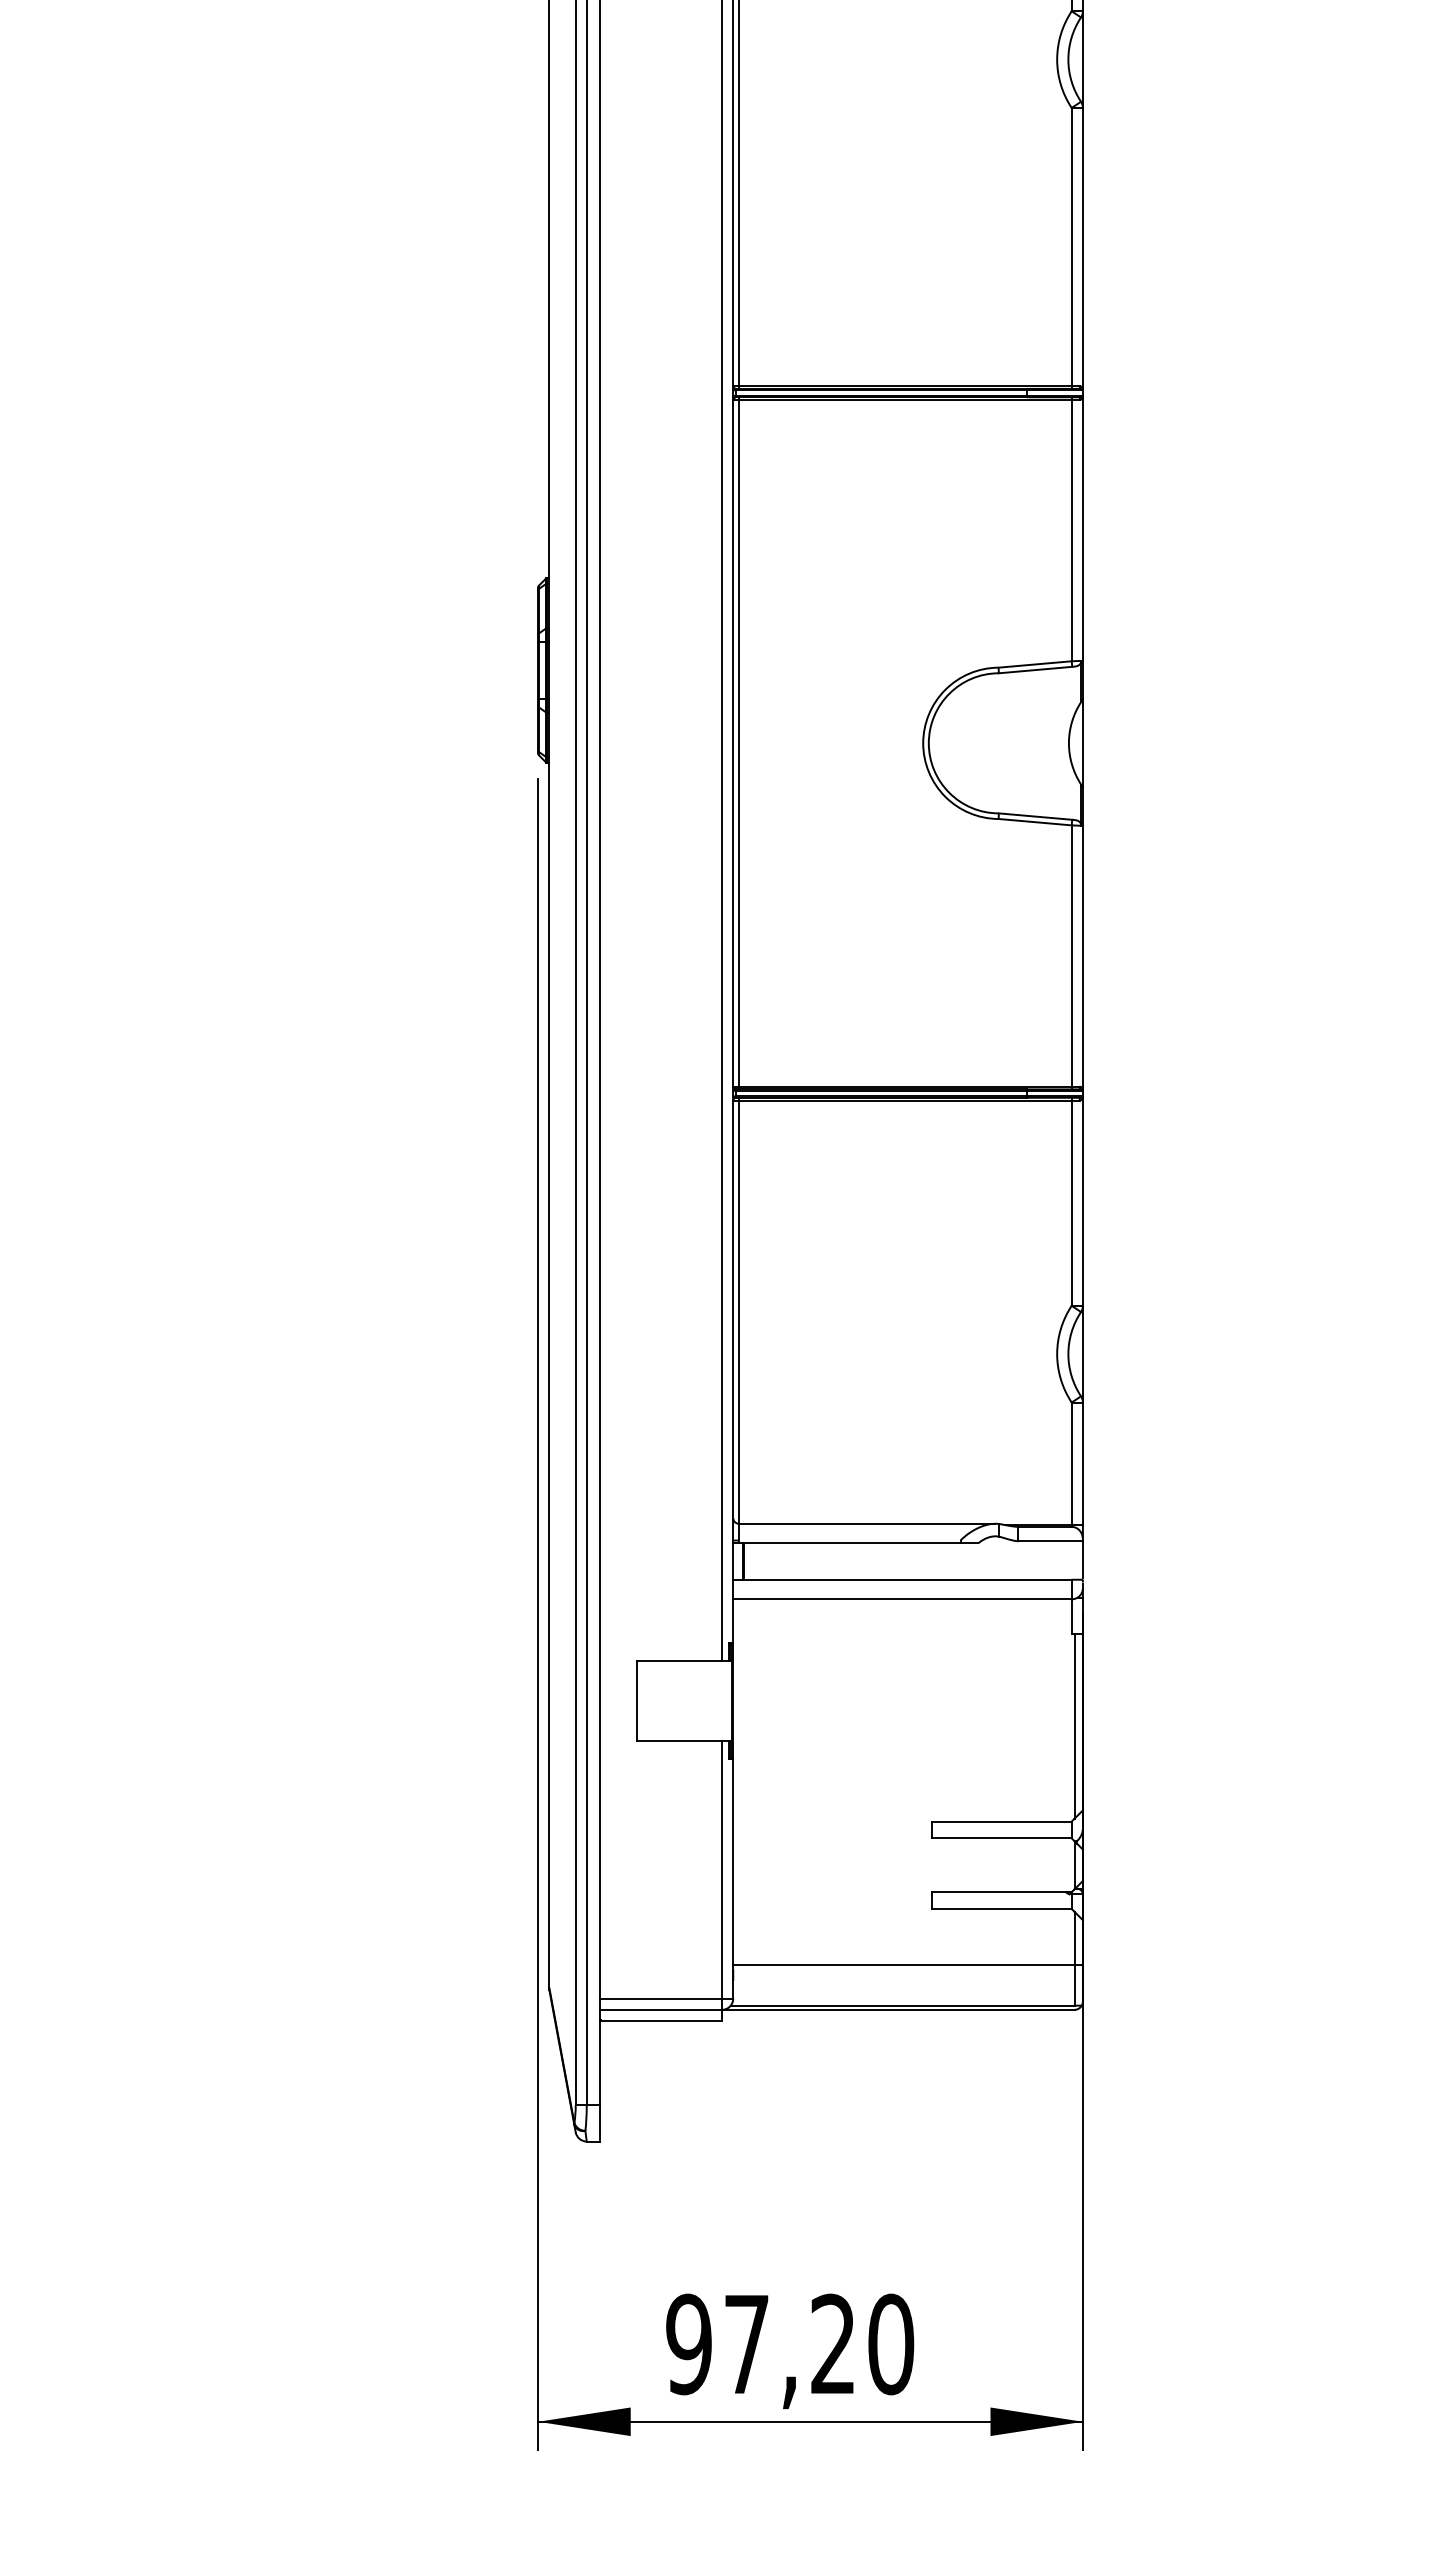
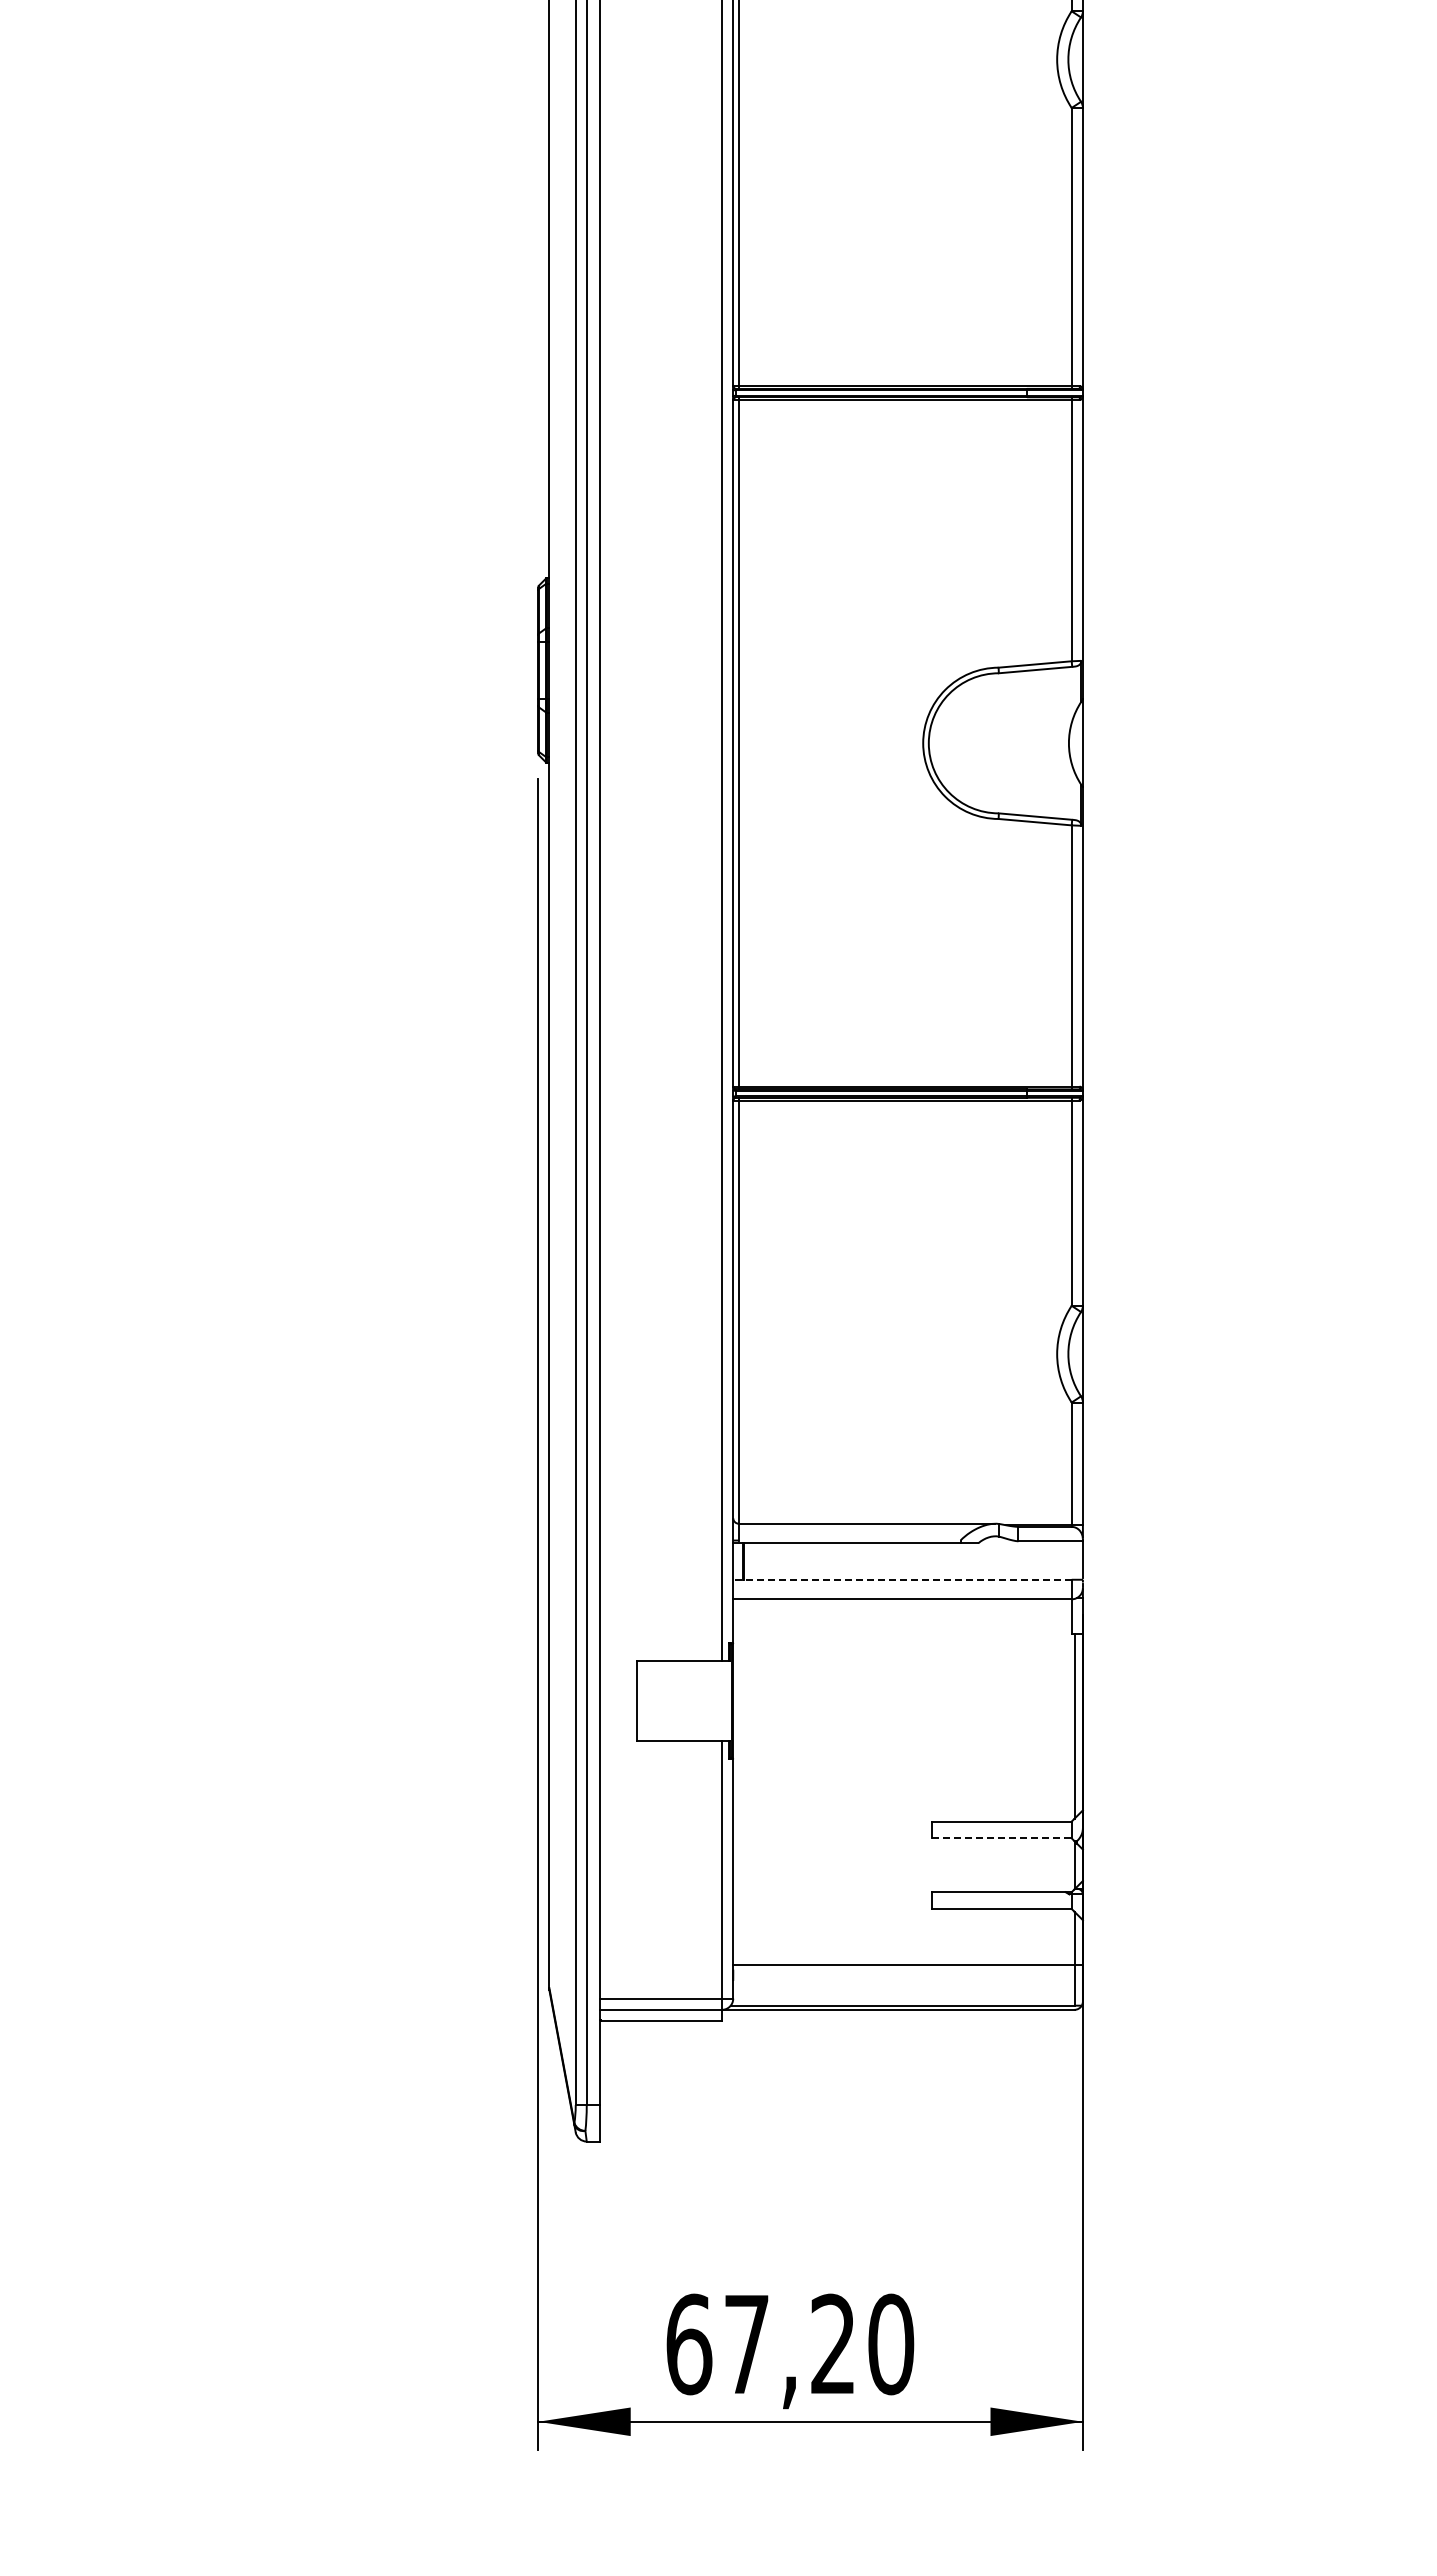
line at (901, 1579): solid -> dashed
line at (1002, 1838): solid -> dashed
text at (689, 2344): 97,20 -> 67,20
